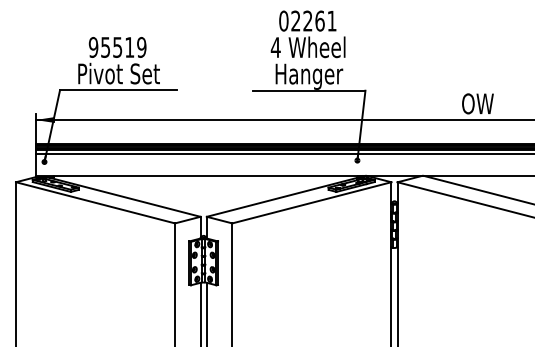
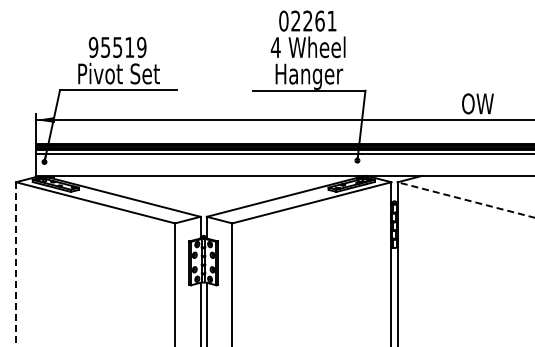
line at (477, 189): present -> none
line at (466, 199): solid -> dashed
line at (16, 264): solid -> dashed
